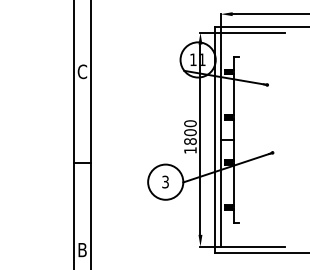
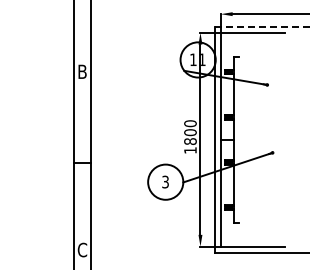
line at (261, 26): solid -> dashed
text at (82, 71): C -> B
text at (82, 249): B -> C
